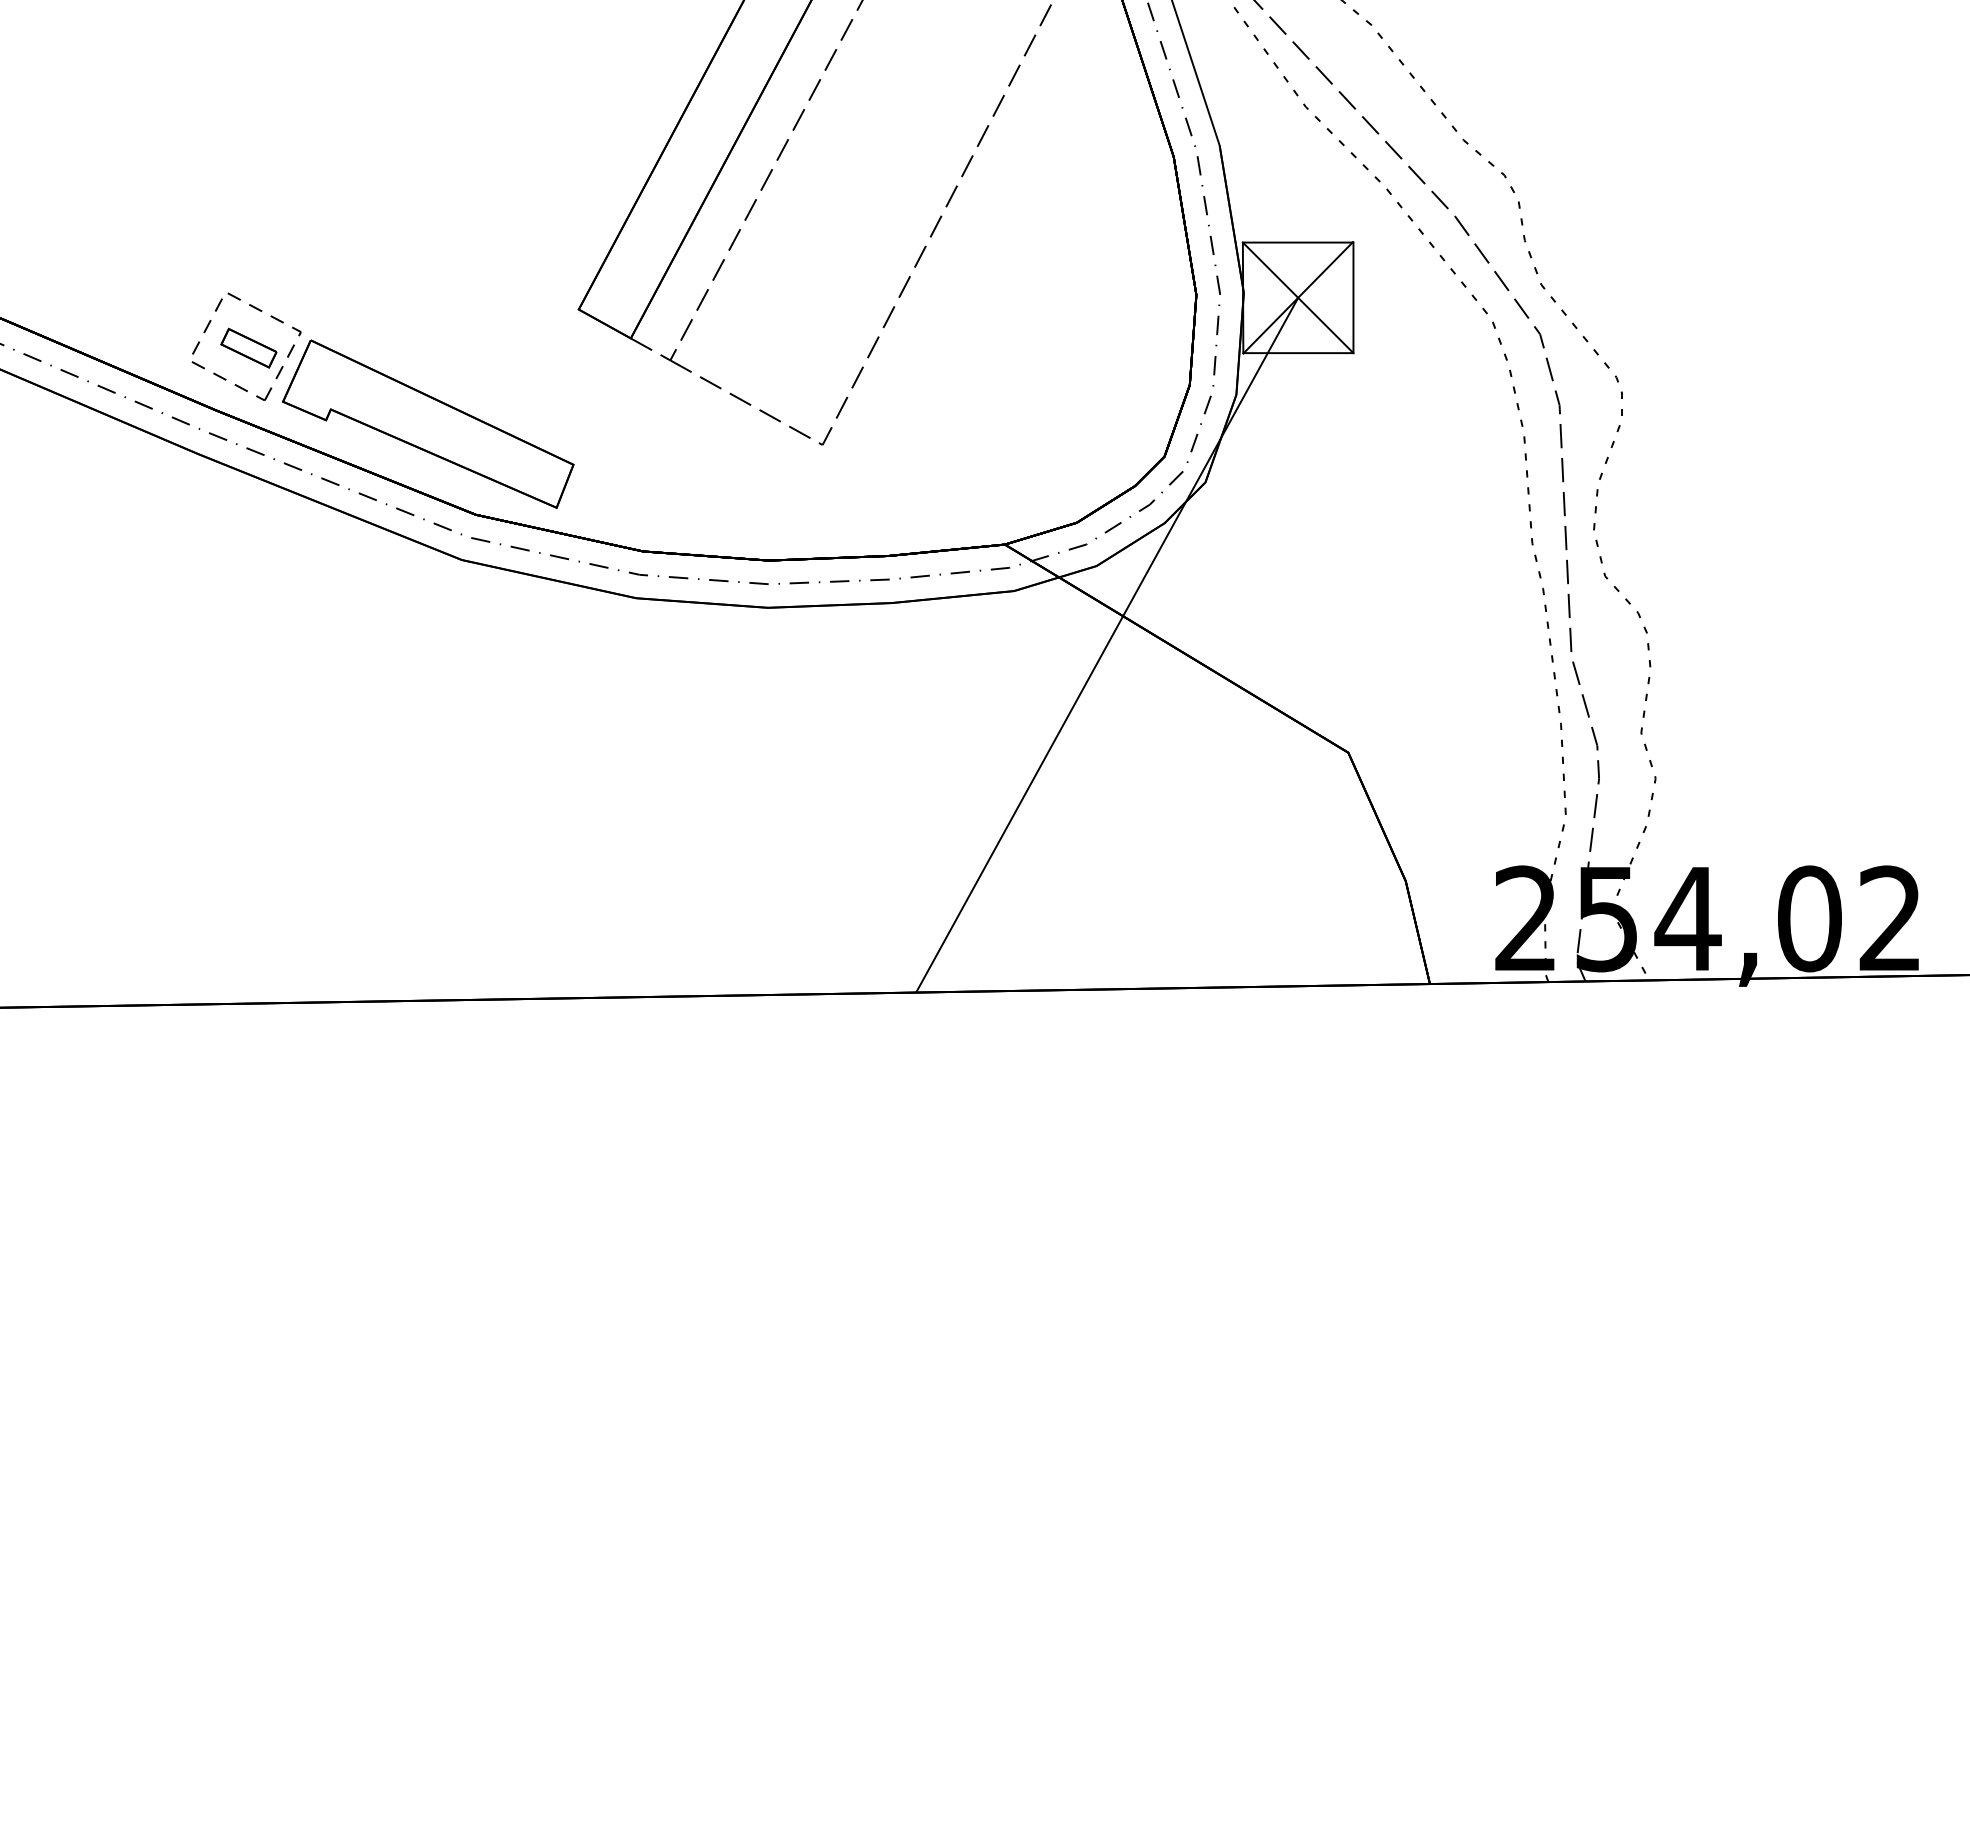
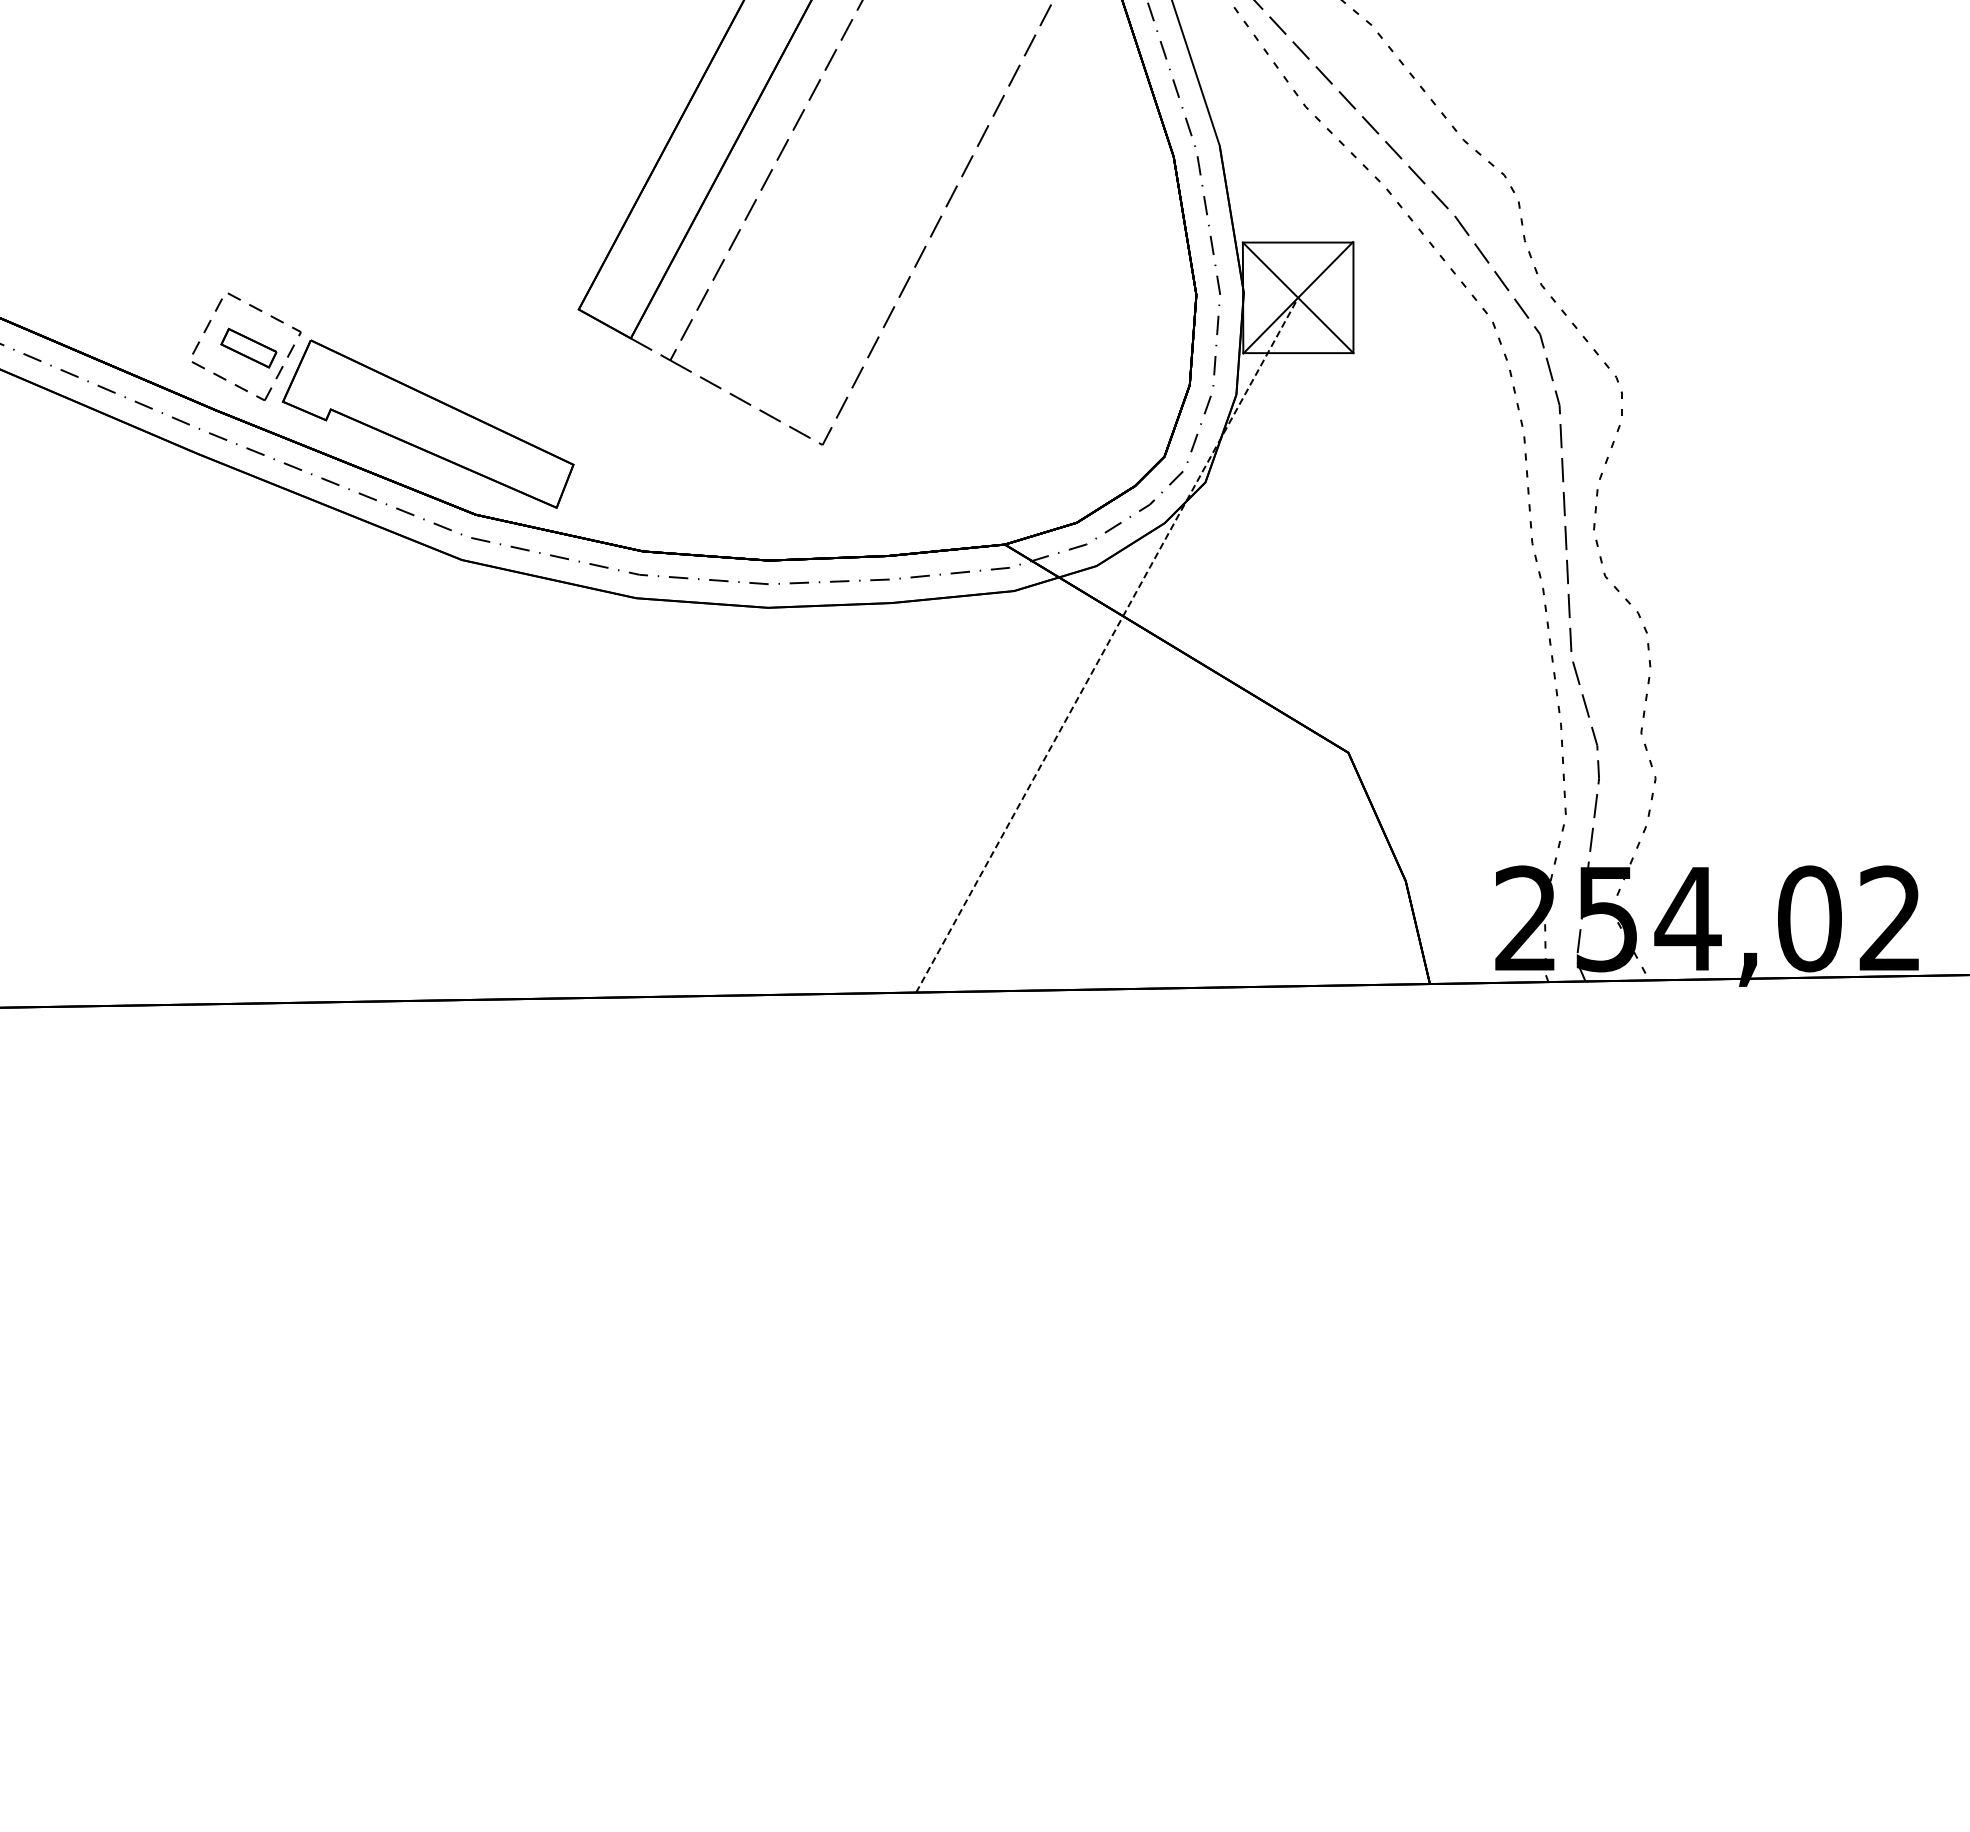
line at (1107, 644): solid -> dashed
